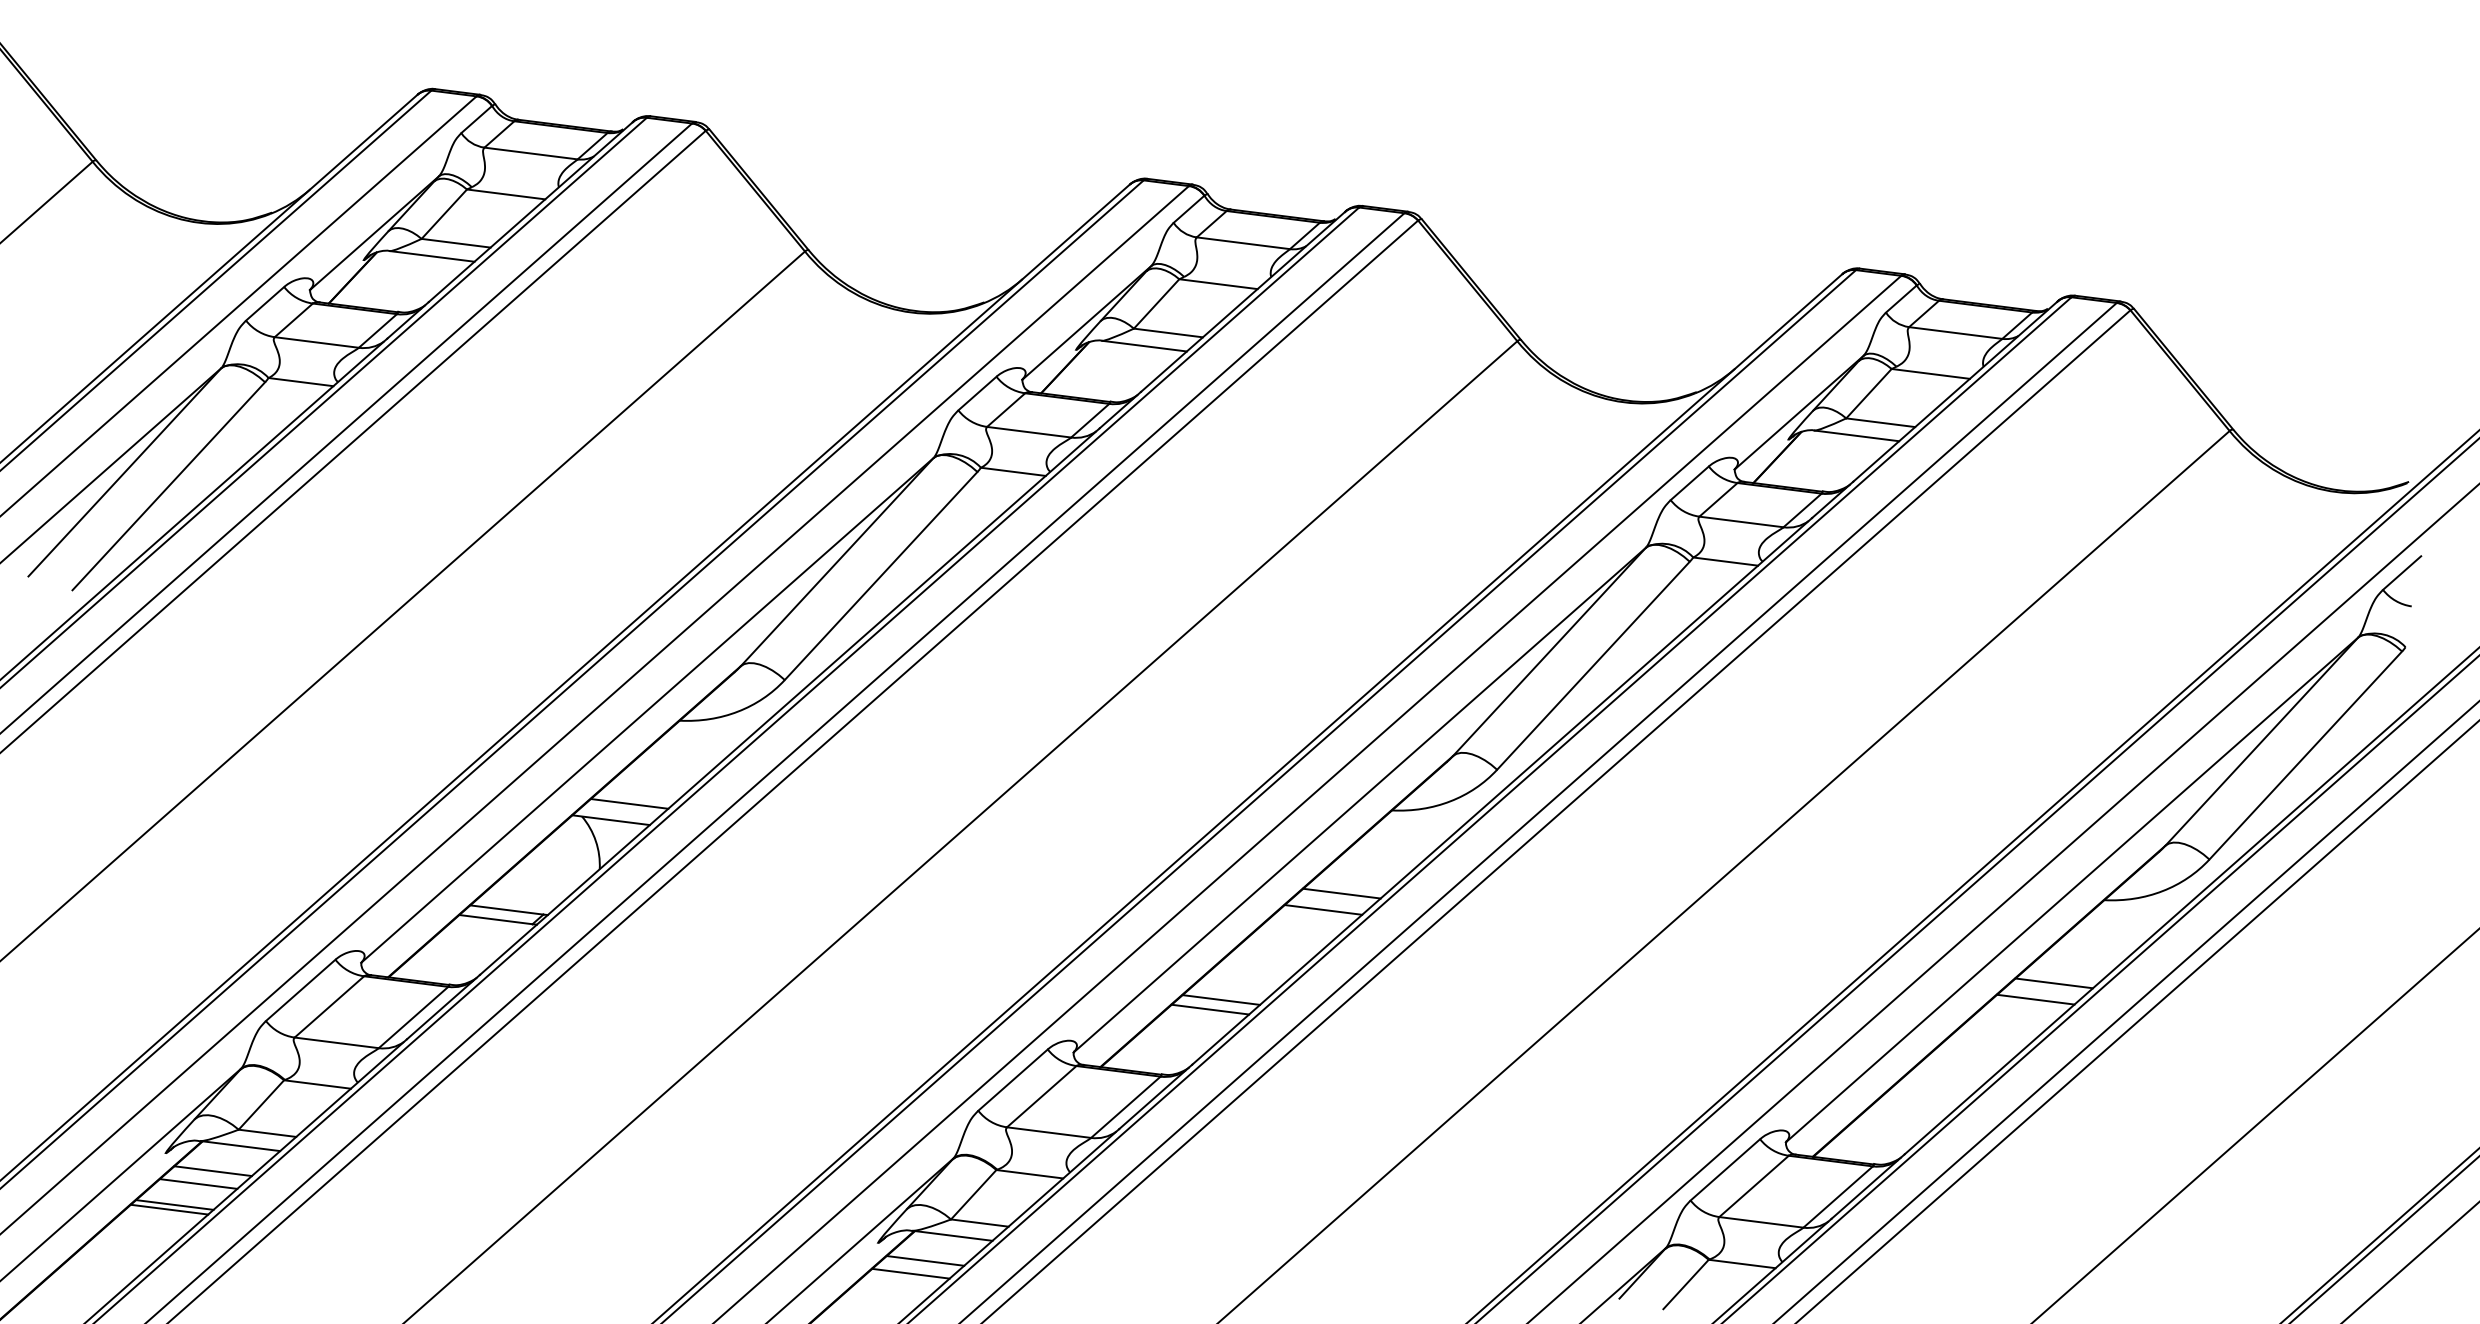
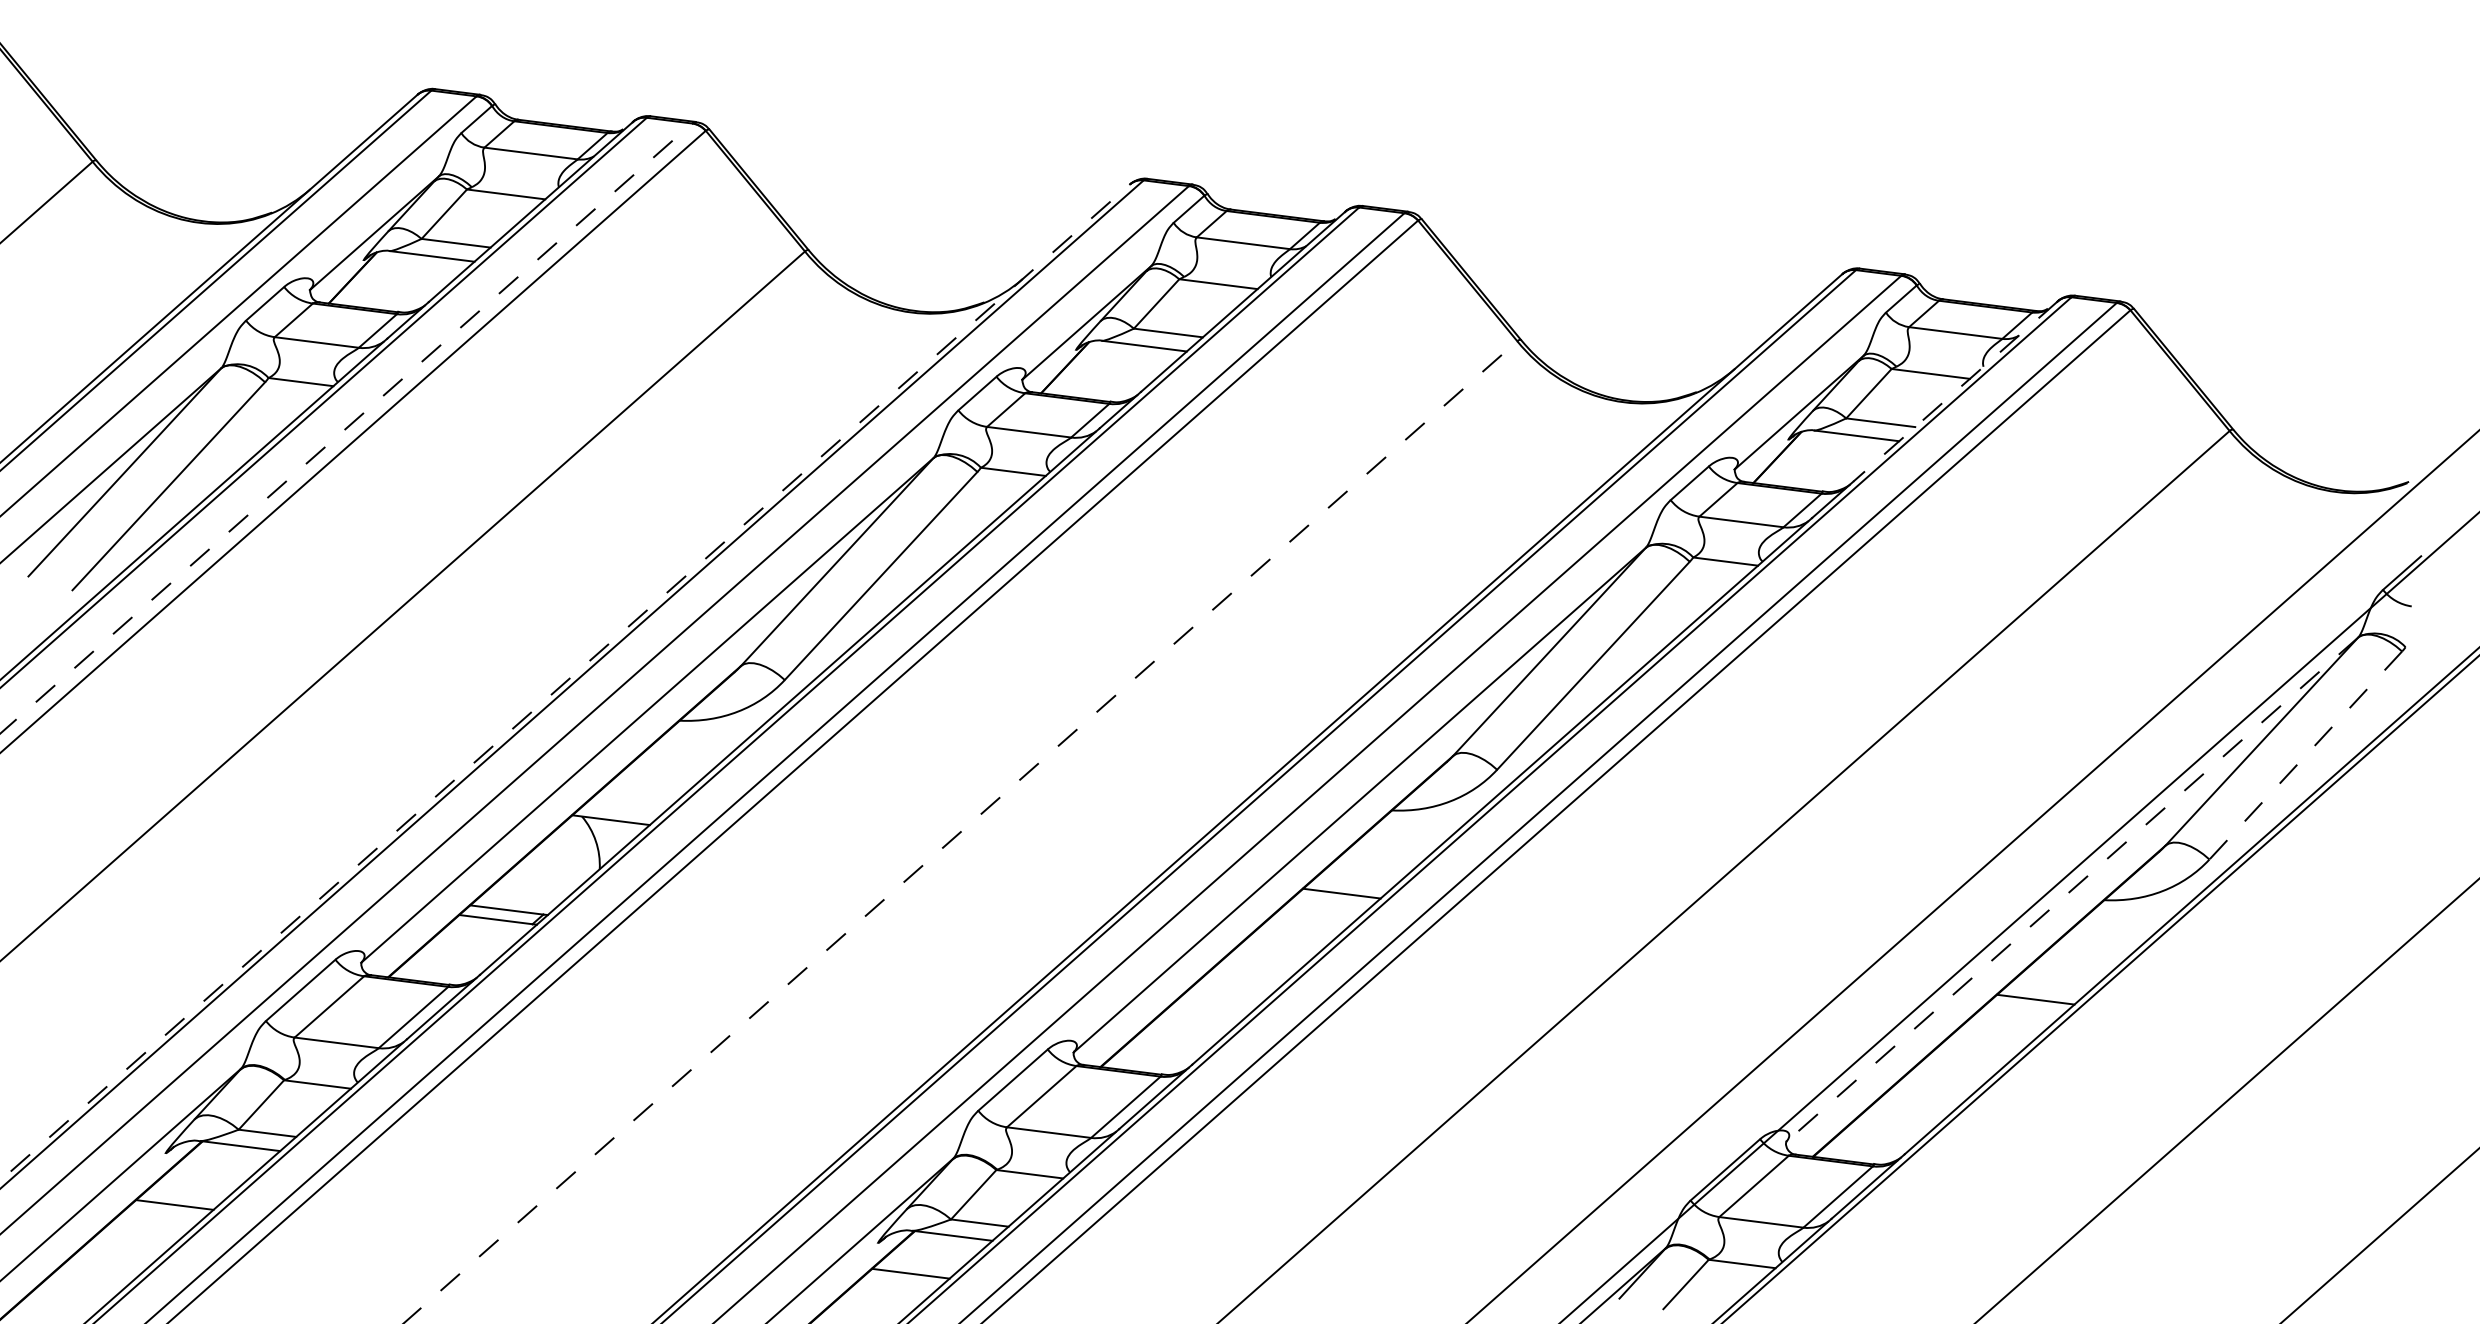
line at (1955, 391): solid -> dashed
line at (346, 428): solid -> dashed
line at (565, 682): solid -> dashed
line at (2305, 755): solid -> dashed
line at (629, 803): present -> none
line at (960, 832): solid -> dashed
line at (1977, 880): present -> none
line at (2071, 890): solid -> dashed
line at (2003, 903) position: (2003, 903) -> (2019, 917)
line at (1323, 909): present -> none
line at (2053, 983): present -> none
line at (1221, 999): present -> none
line at (1210, 1009): present -> none
line at (2126, 1011): present -> none
line at (2137, 1021): present -> none
line at (2255, 1125) position: (2255, 1125) -> (2226, 1100)
line at (212, 1171): present -> none
line at (198, 1183): present -> none
line at (169, 1209): present -> none
line at (2384, 1239): present -> none
line at (925, 1260): present -> none
line at (2410, 1262): present -> none
